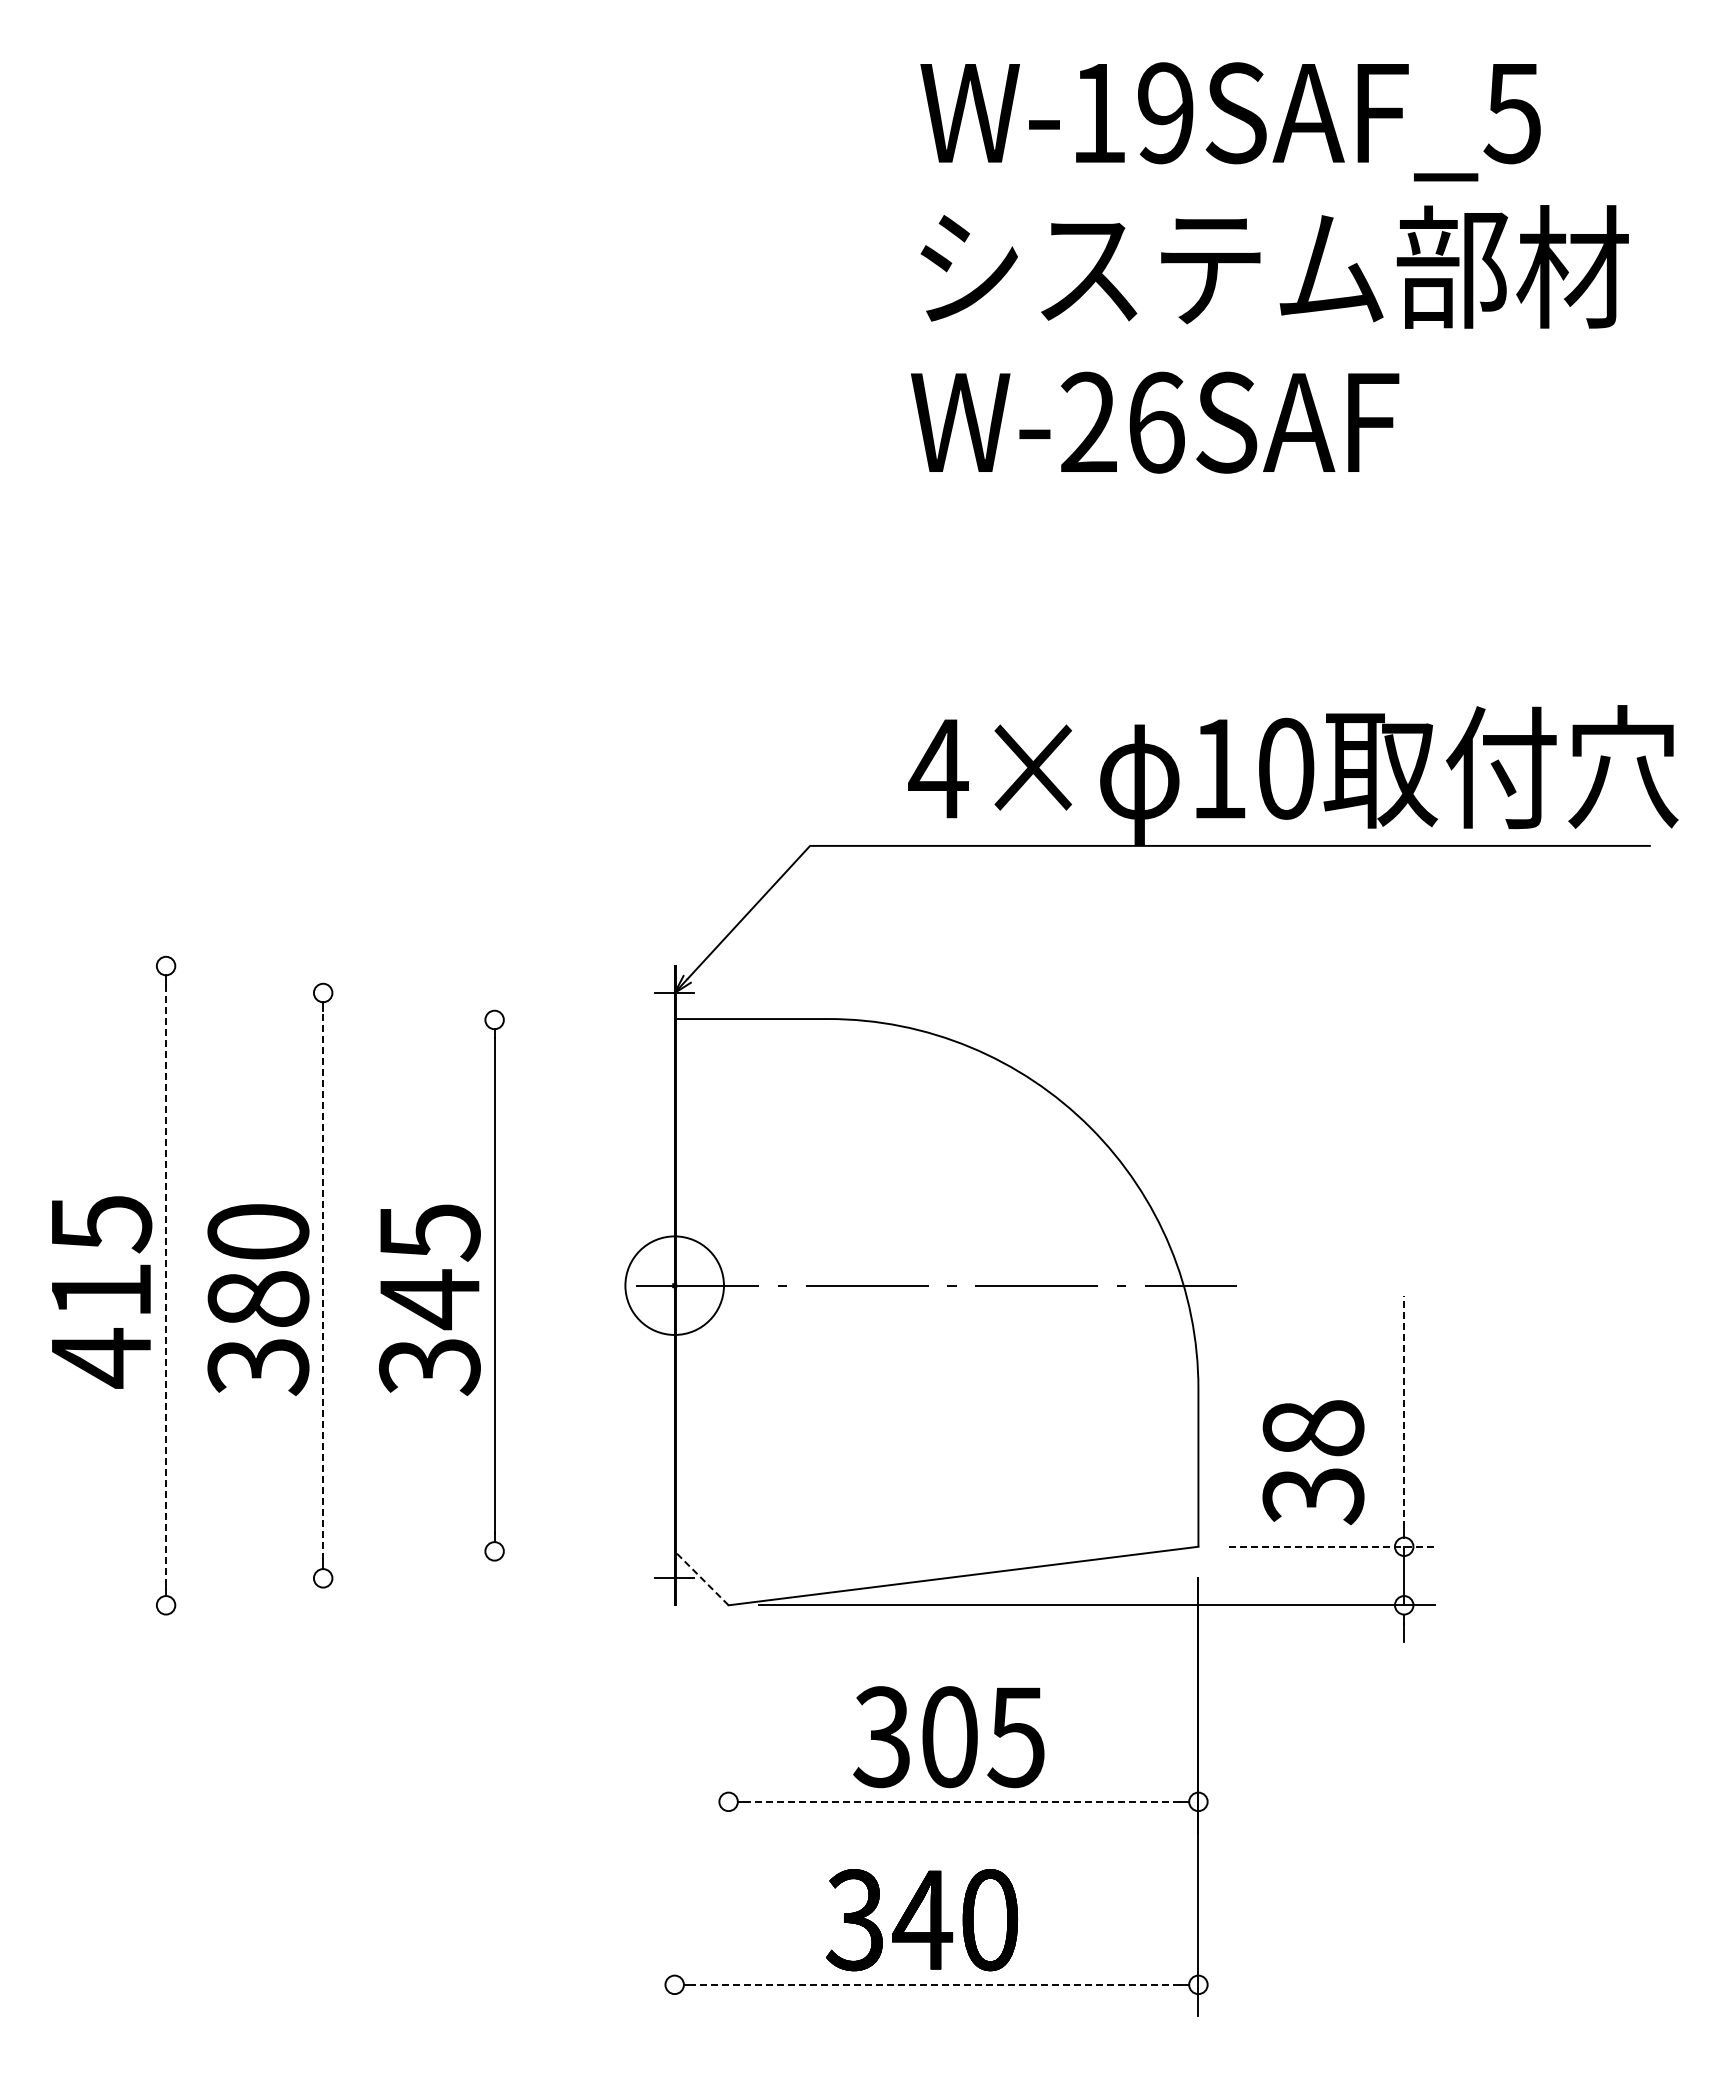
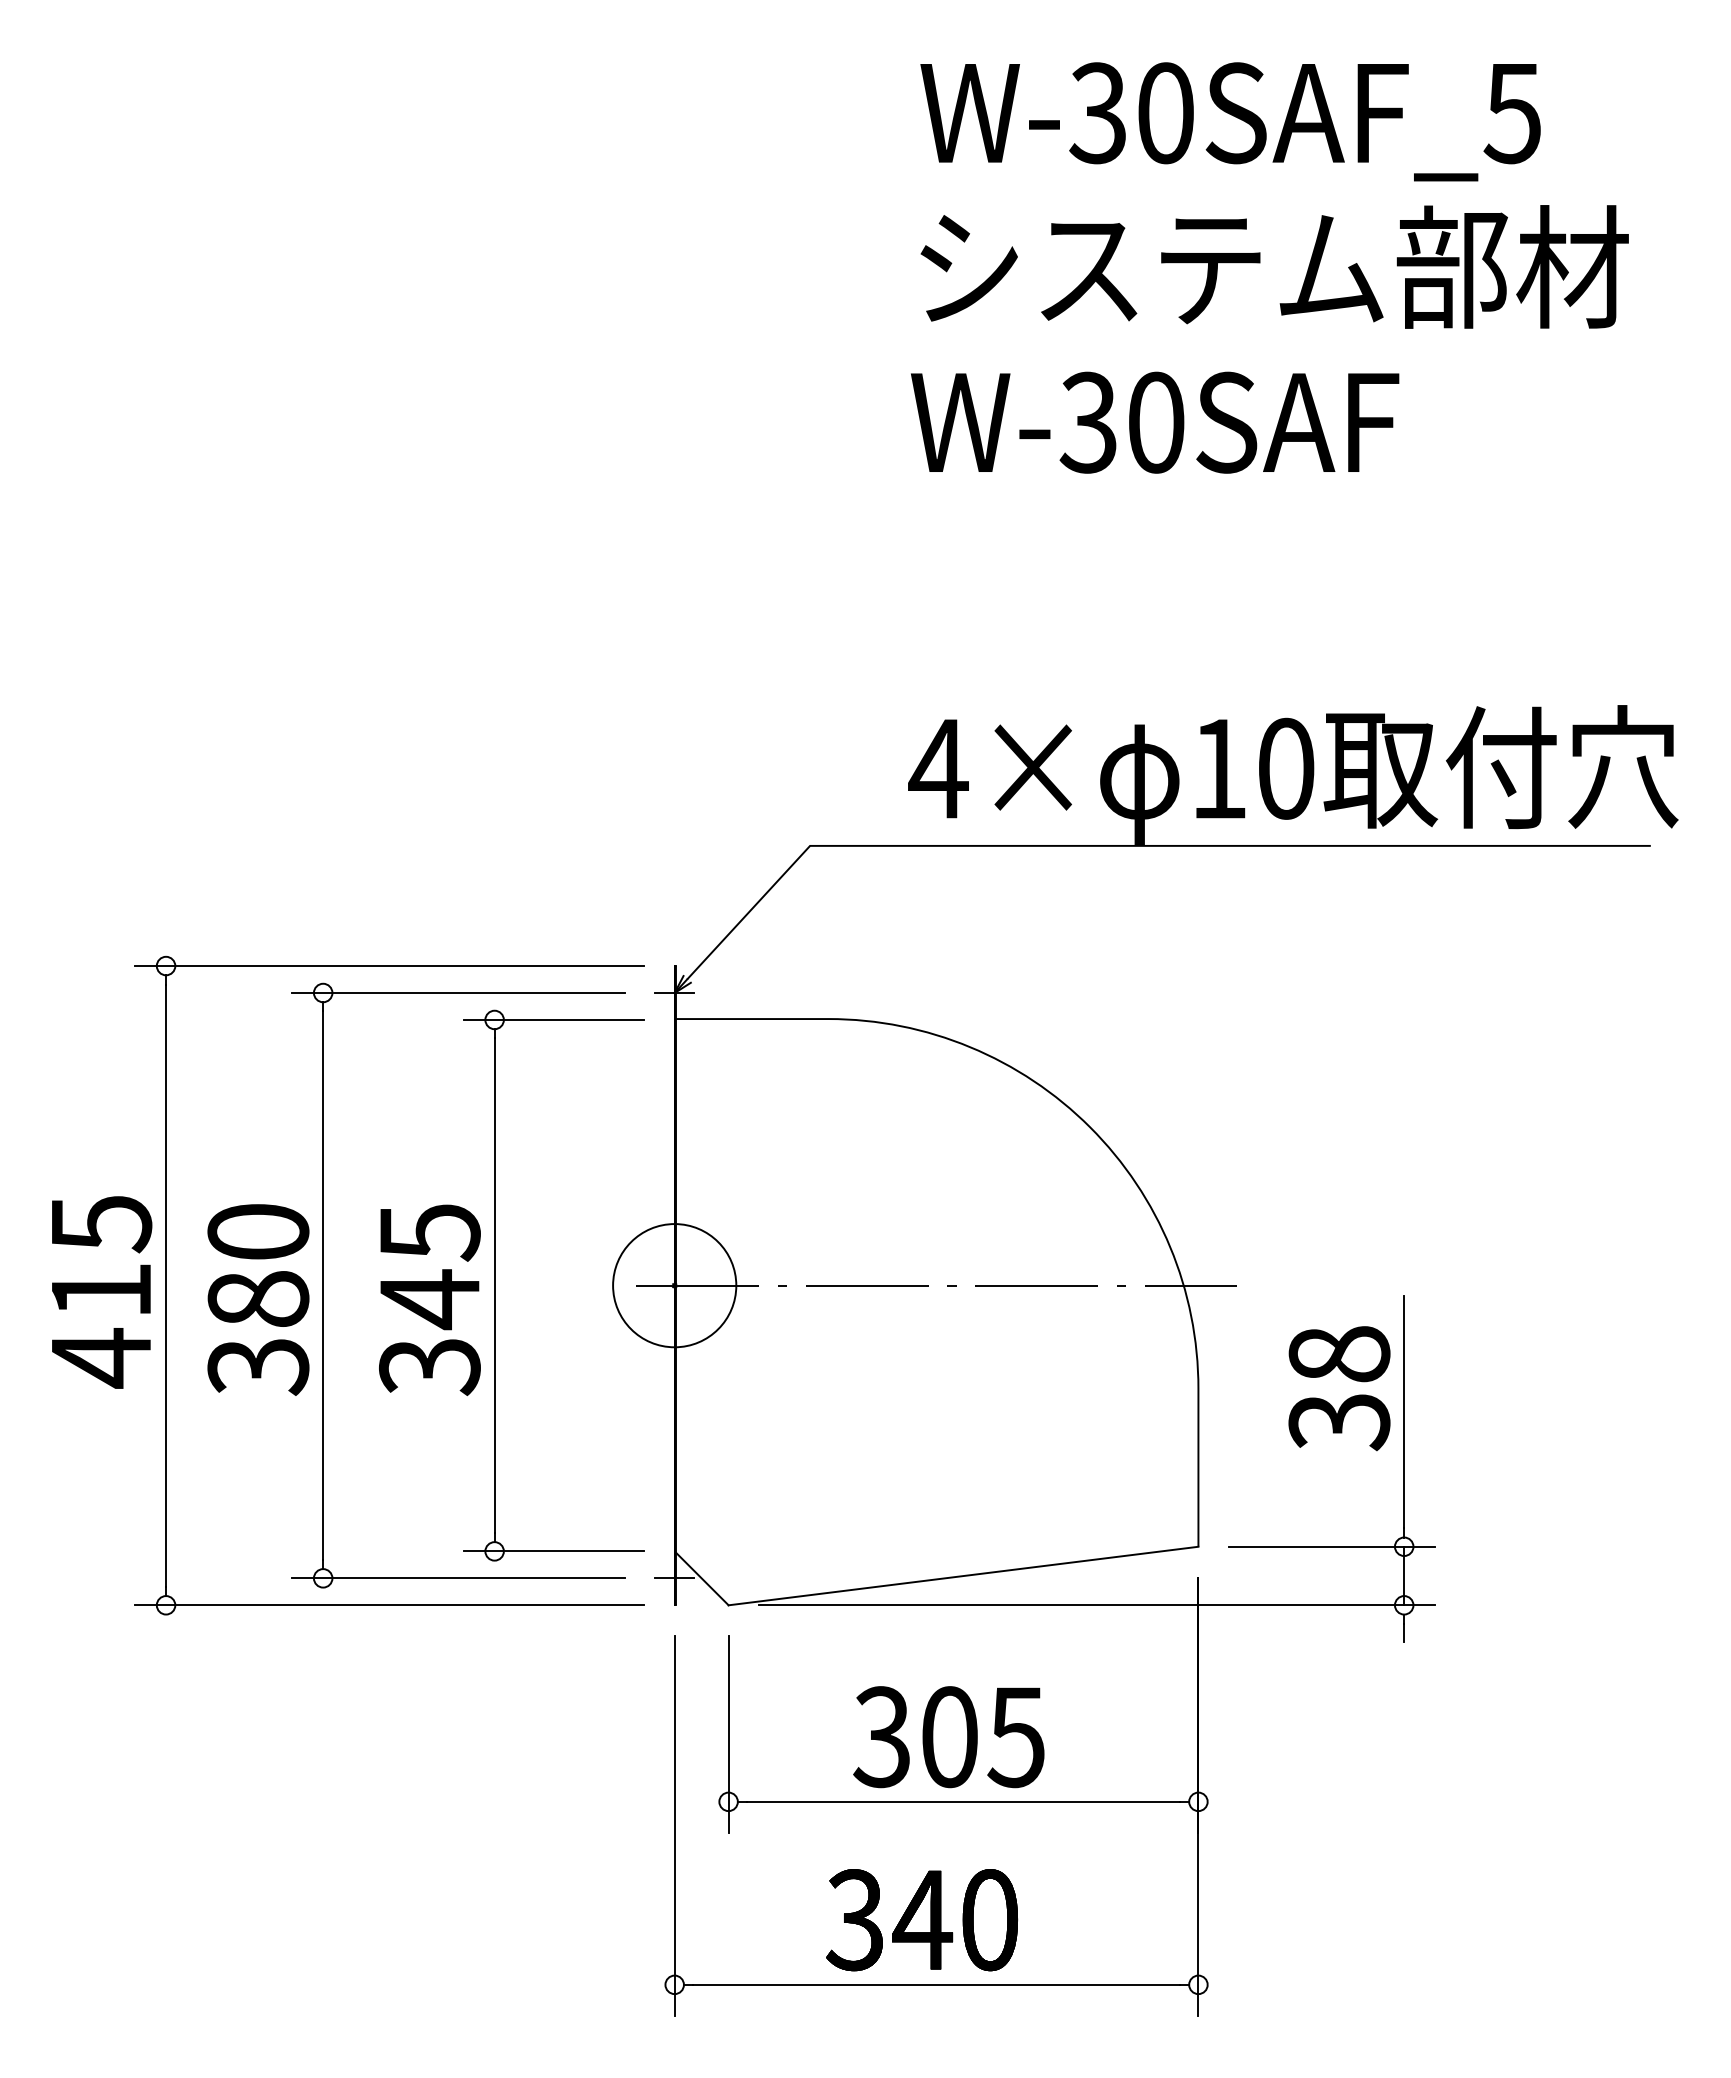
text at (1131, 113): W-19SAF_5 -> W-30SAF_5
text at (1121, 422): W-26SAF -> W-30SAF
line at (389, 966): none -> present
line at (458, 993): none -> present
line at (553, 1019): none -> present
line at (323, 1285): dashed -> solid
circle at (674, 1285) diameter: 99 px -> 123 px
line at (166, 1286): dashed -> solid
line at (1404, 1411): dashed -> solid
text at (1313, 1462) position: (1313, 1462) -> (1339, 1388)
line at (1332, 1546): dashed -> solid
line at (553, 1551): none -> present
line at (458, 1578): none -> present
line at (701, 1578): dashed -> solid
line at (389, 1605): none -> present
line at (728, 1734): none -> present
line at (963, 1801): dashed -> solid
line at (674, 1825): none -> present
line at (936, 1984): dashed -> solid
